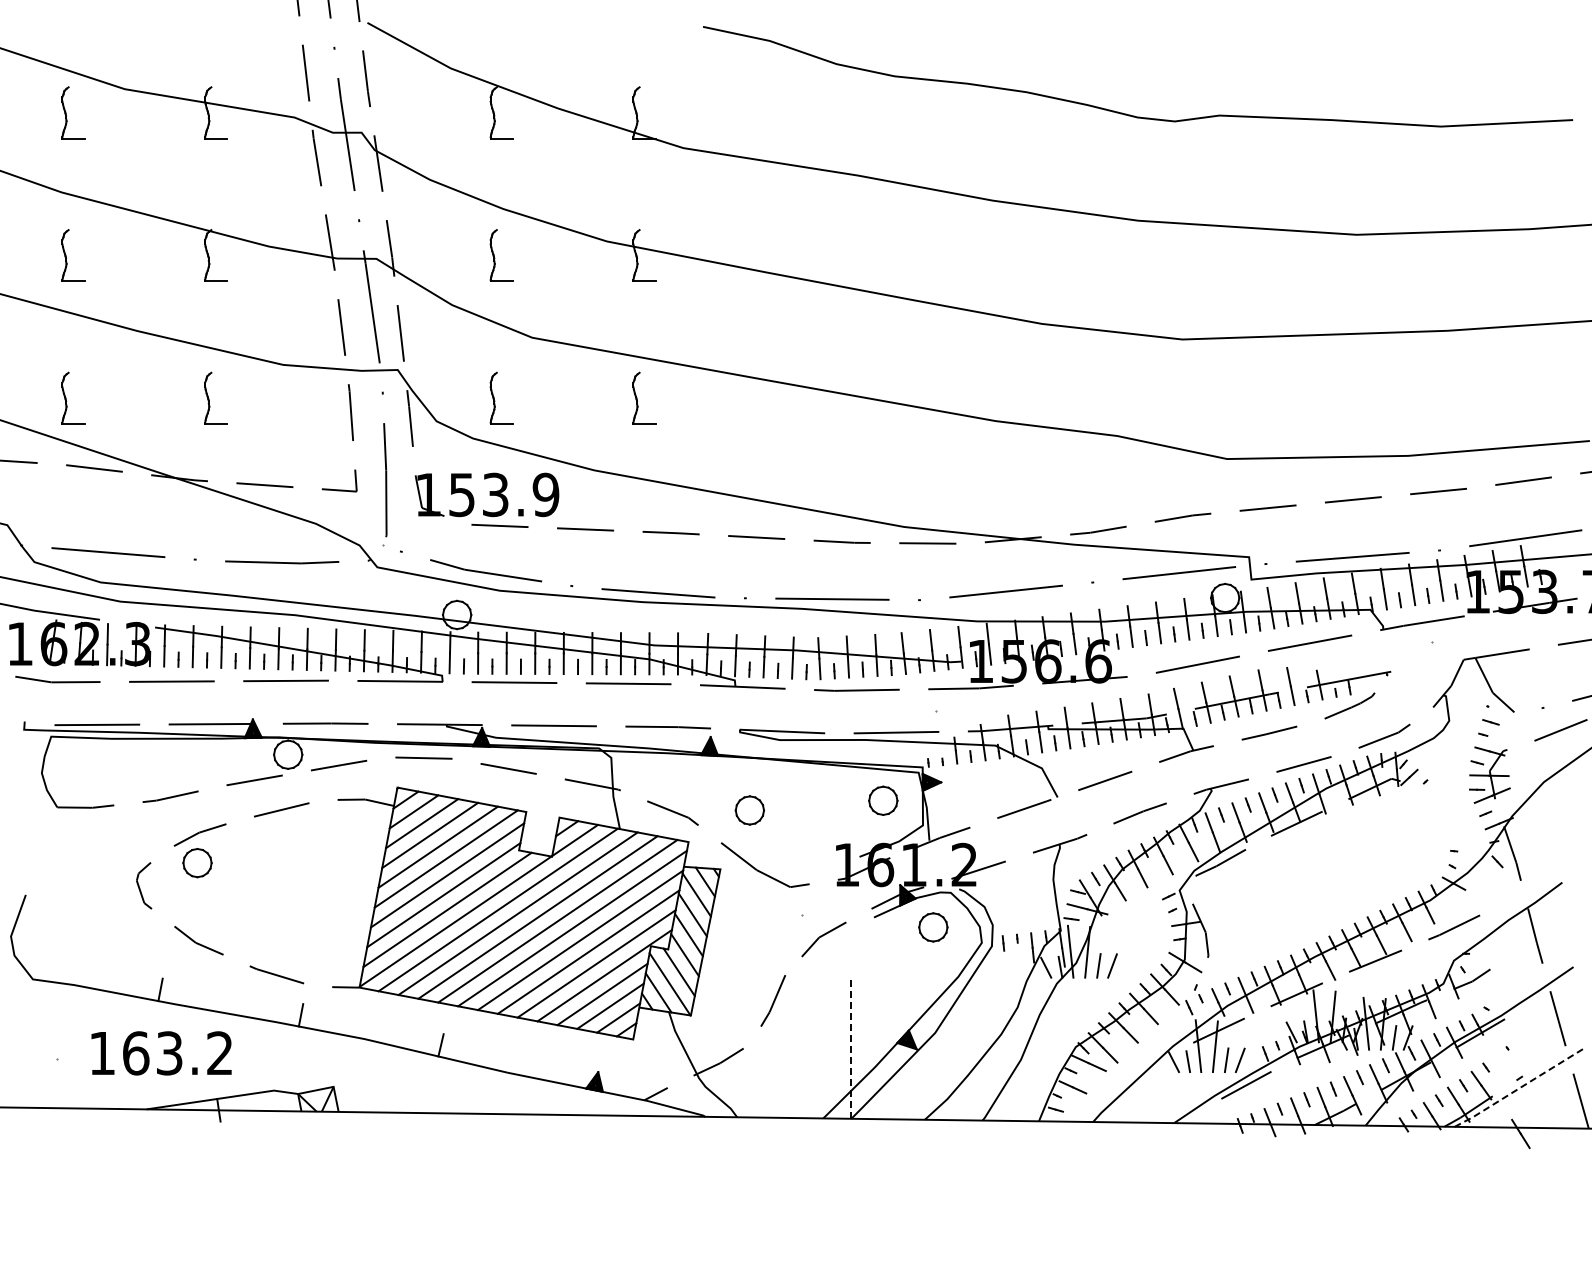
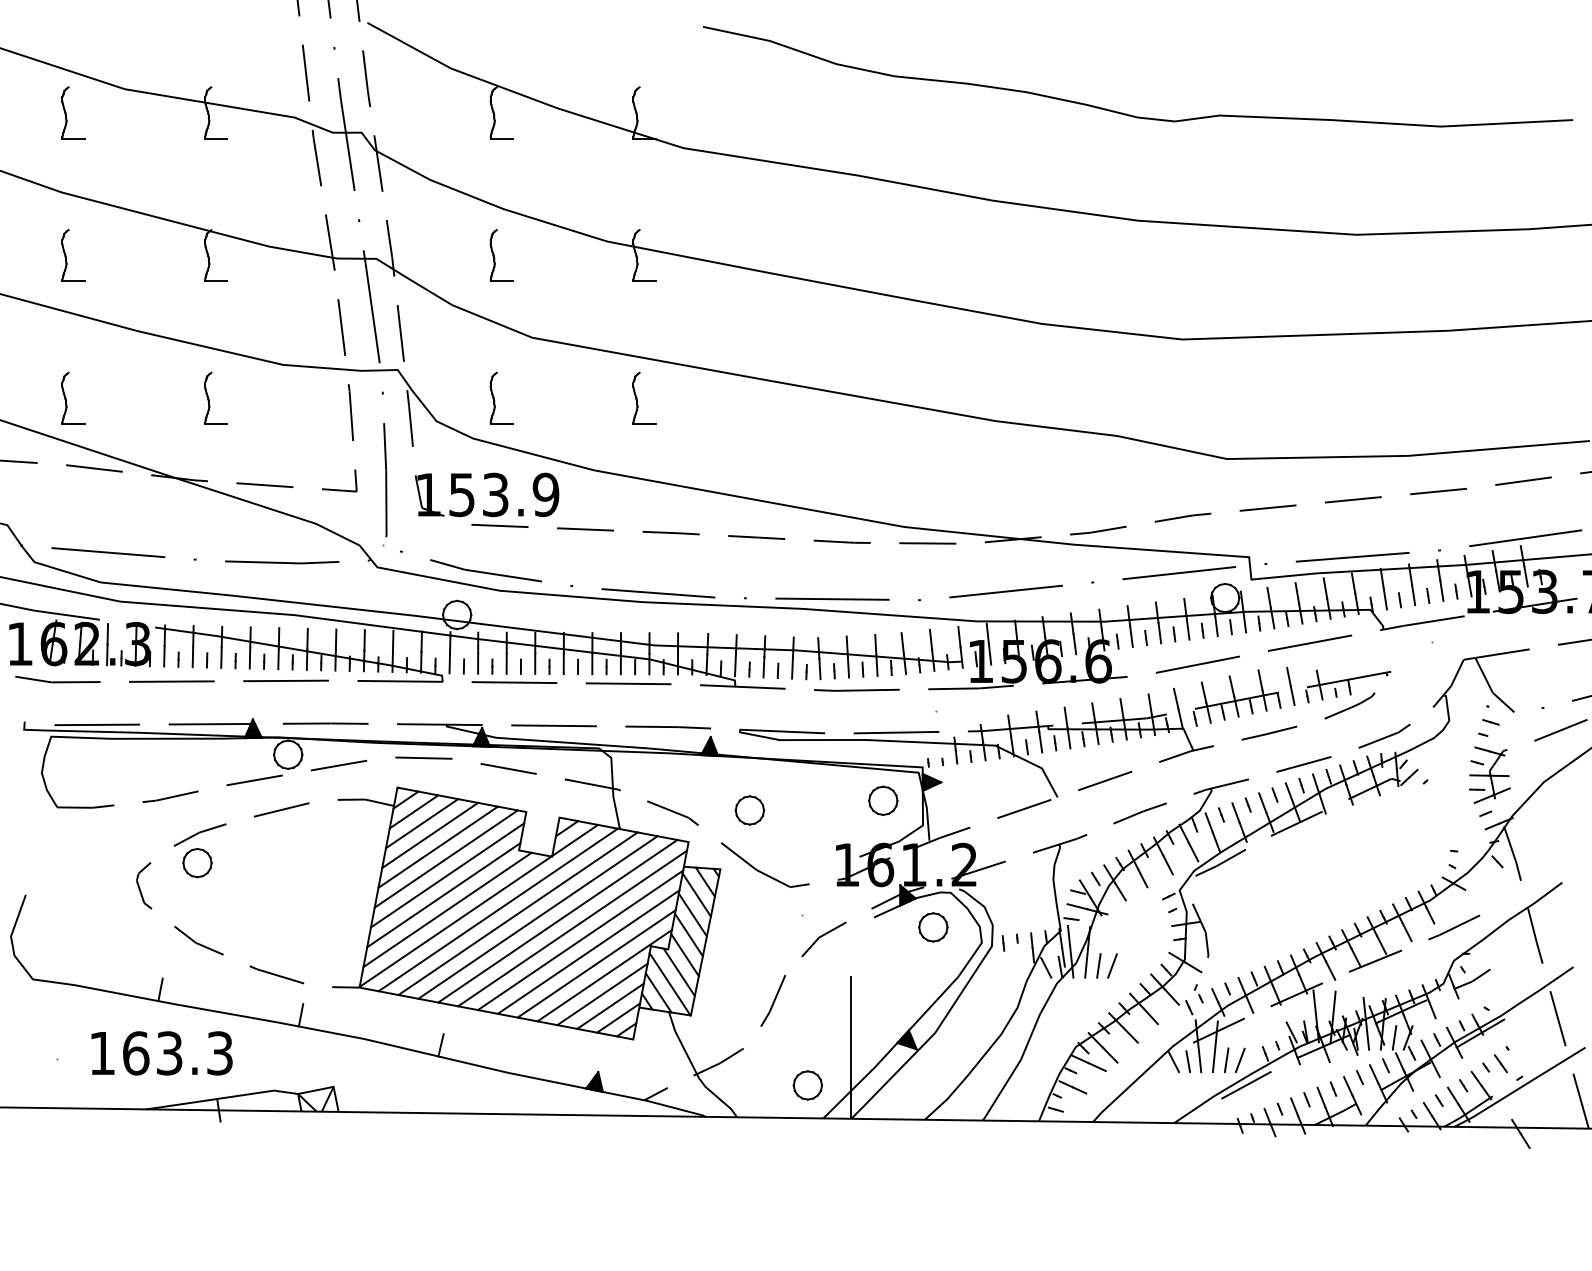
line at (850, 1046): dashed -> solid
text at (219, 1053): 163.2 -> 163.3
line at (1500, 1063): none -> present
part at (807, 1085): none -> present
line at (1520, 1087): dashed -> solid
